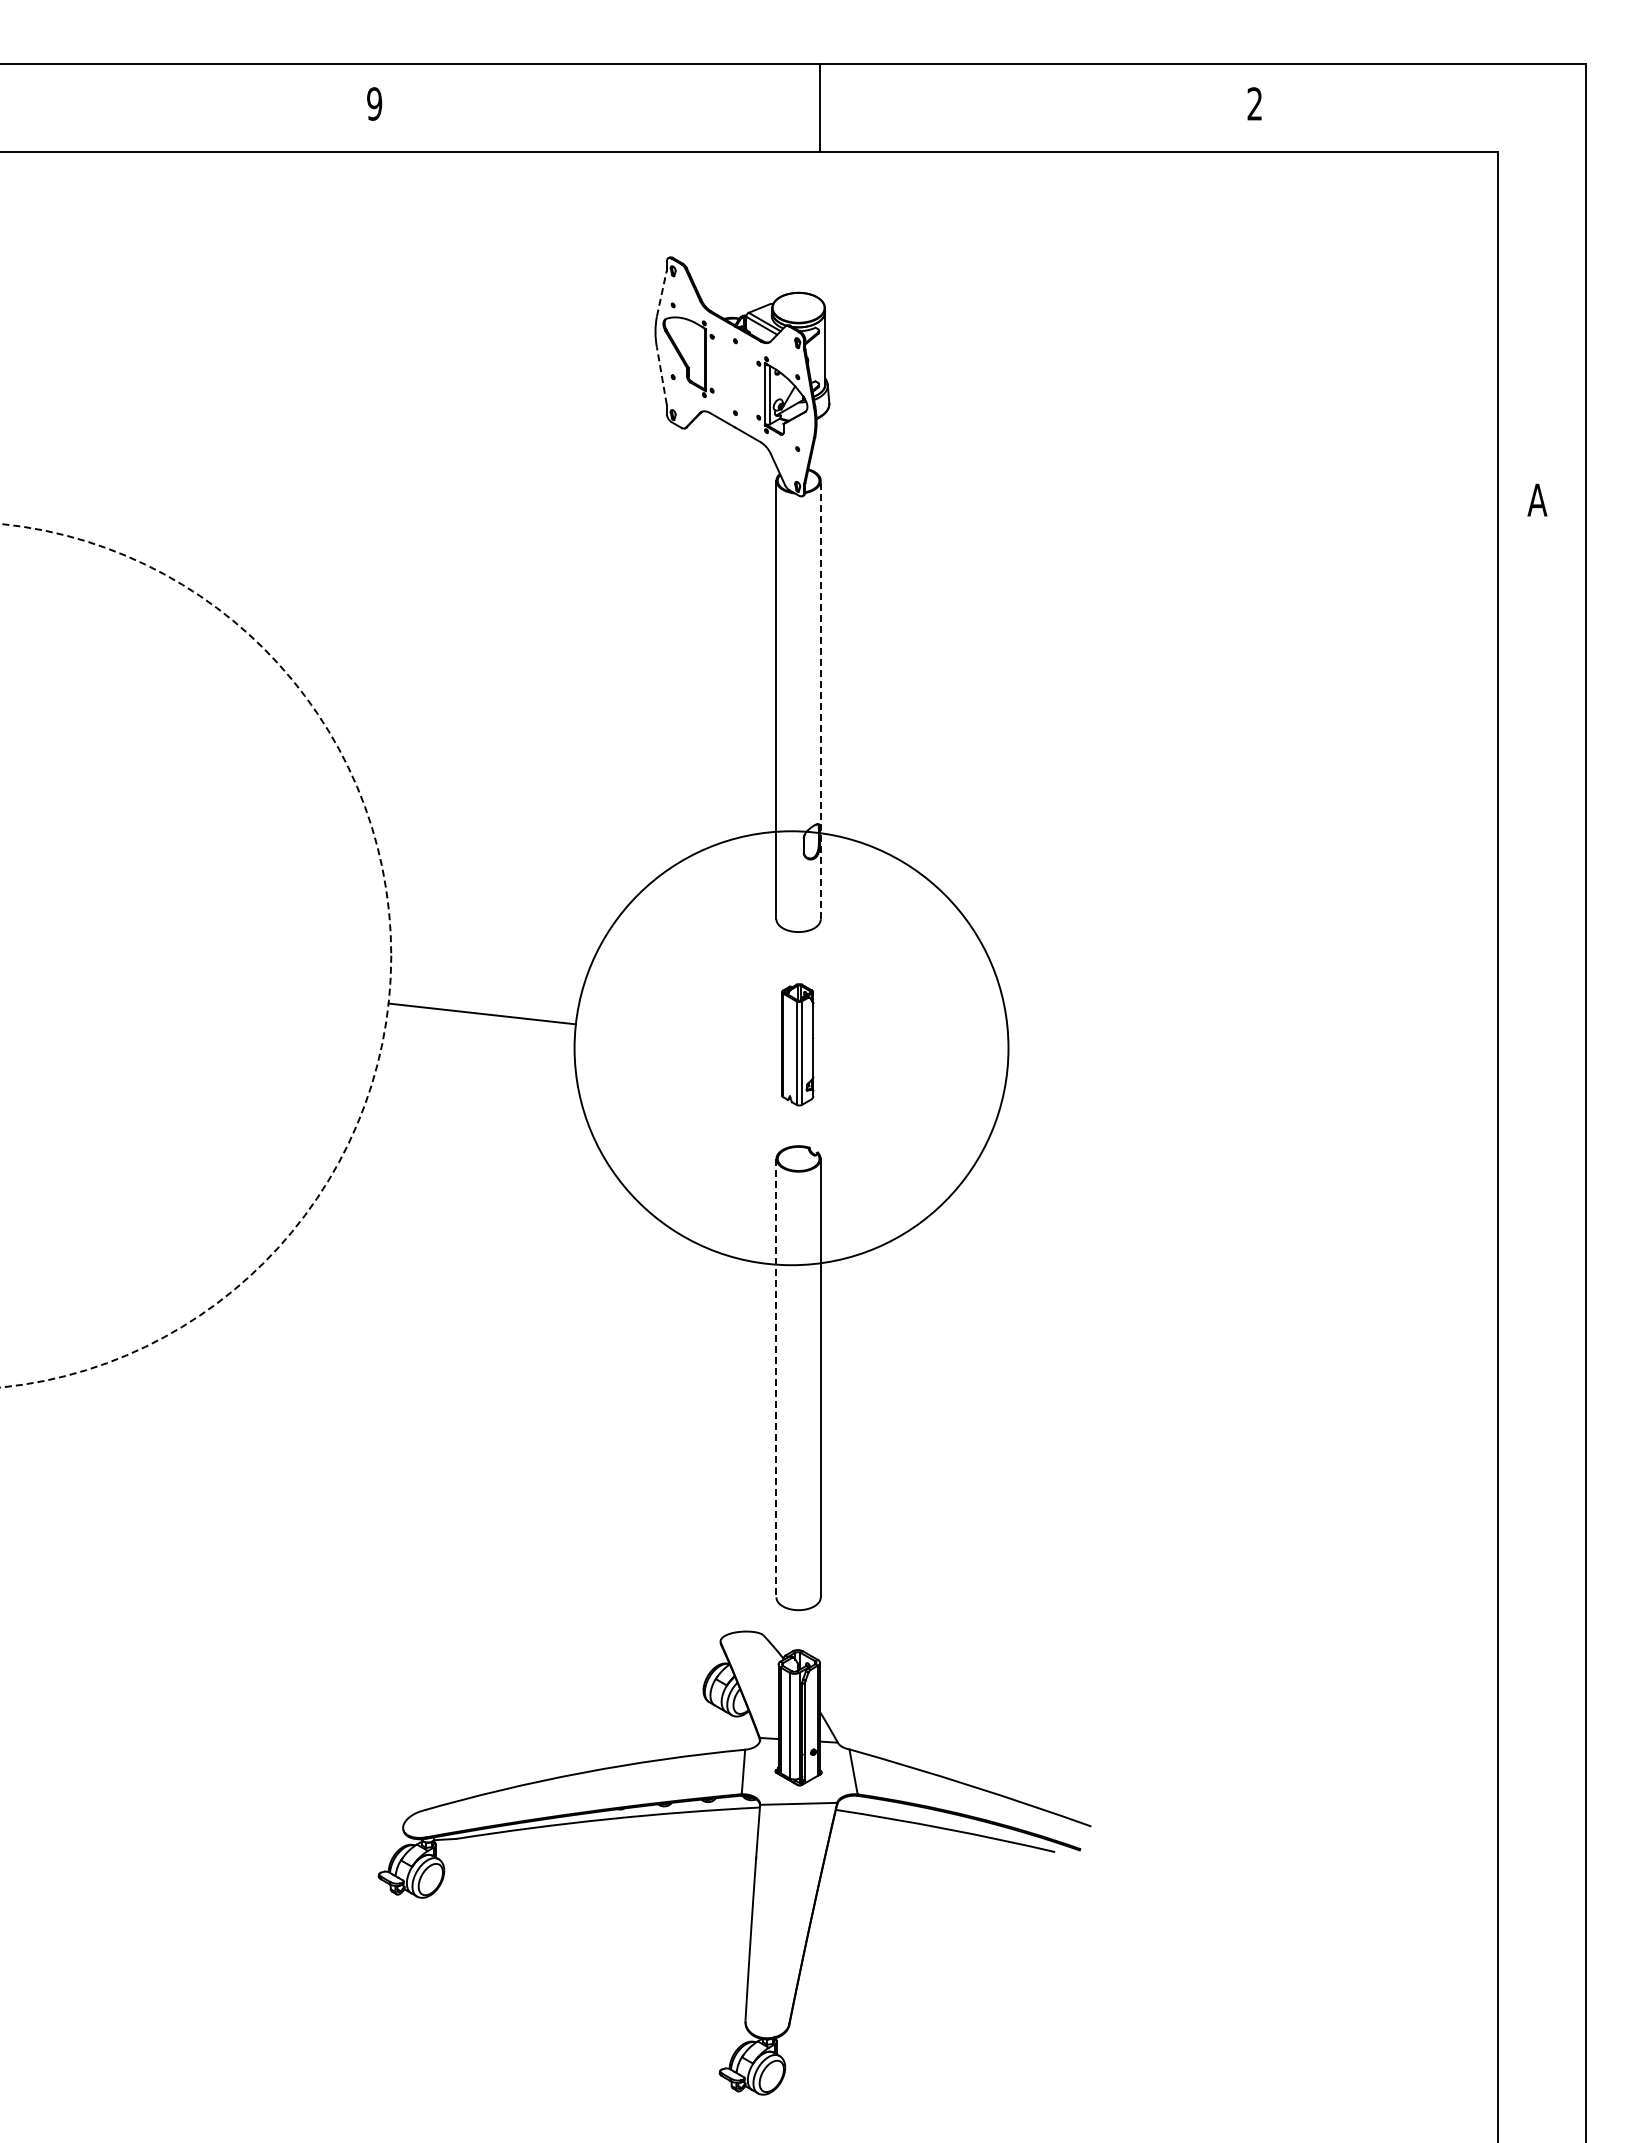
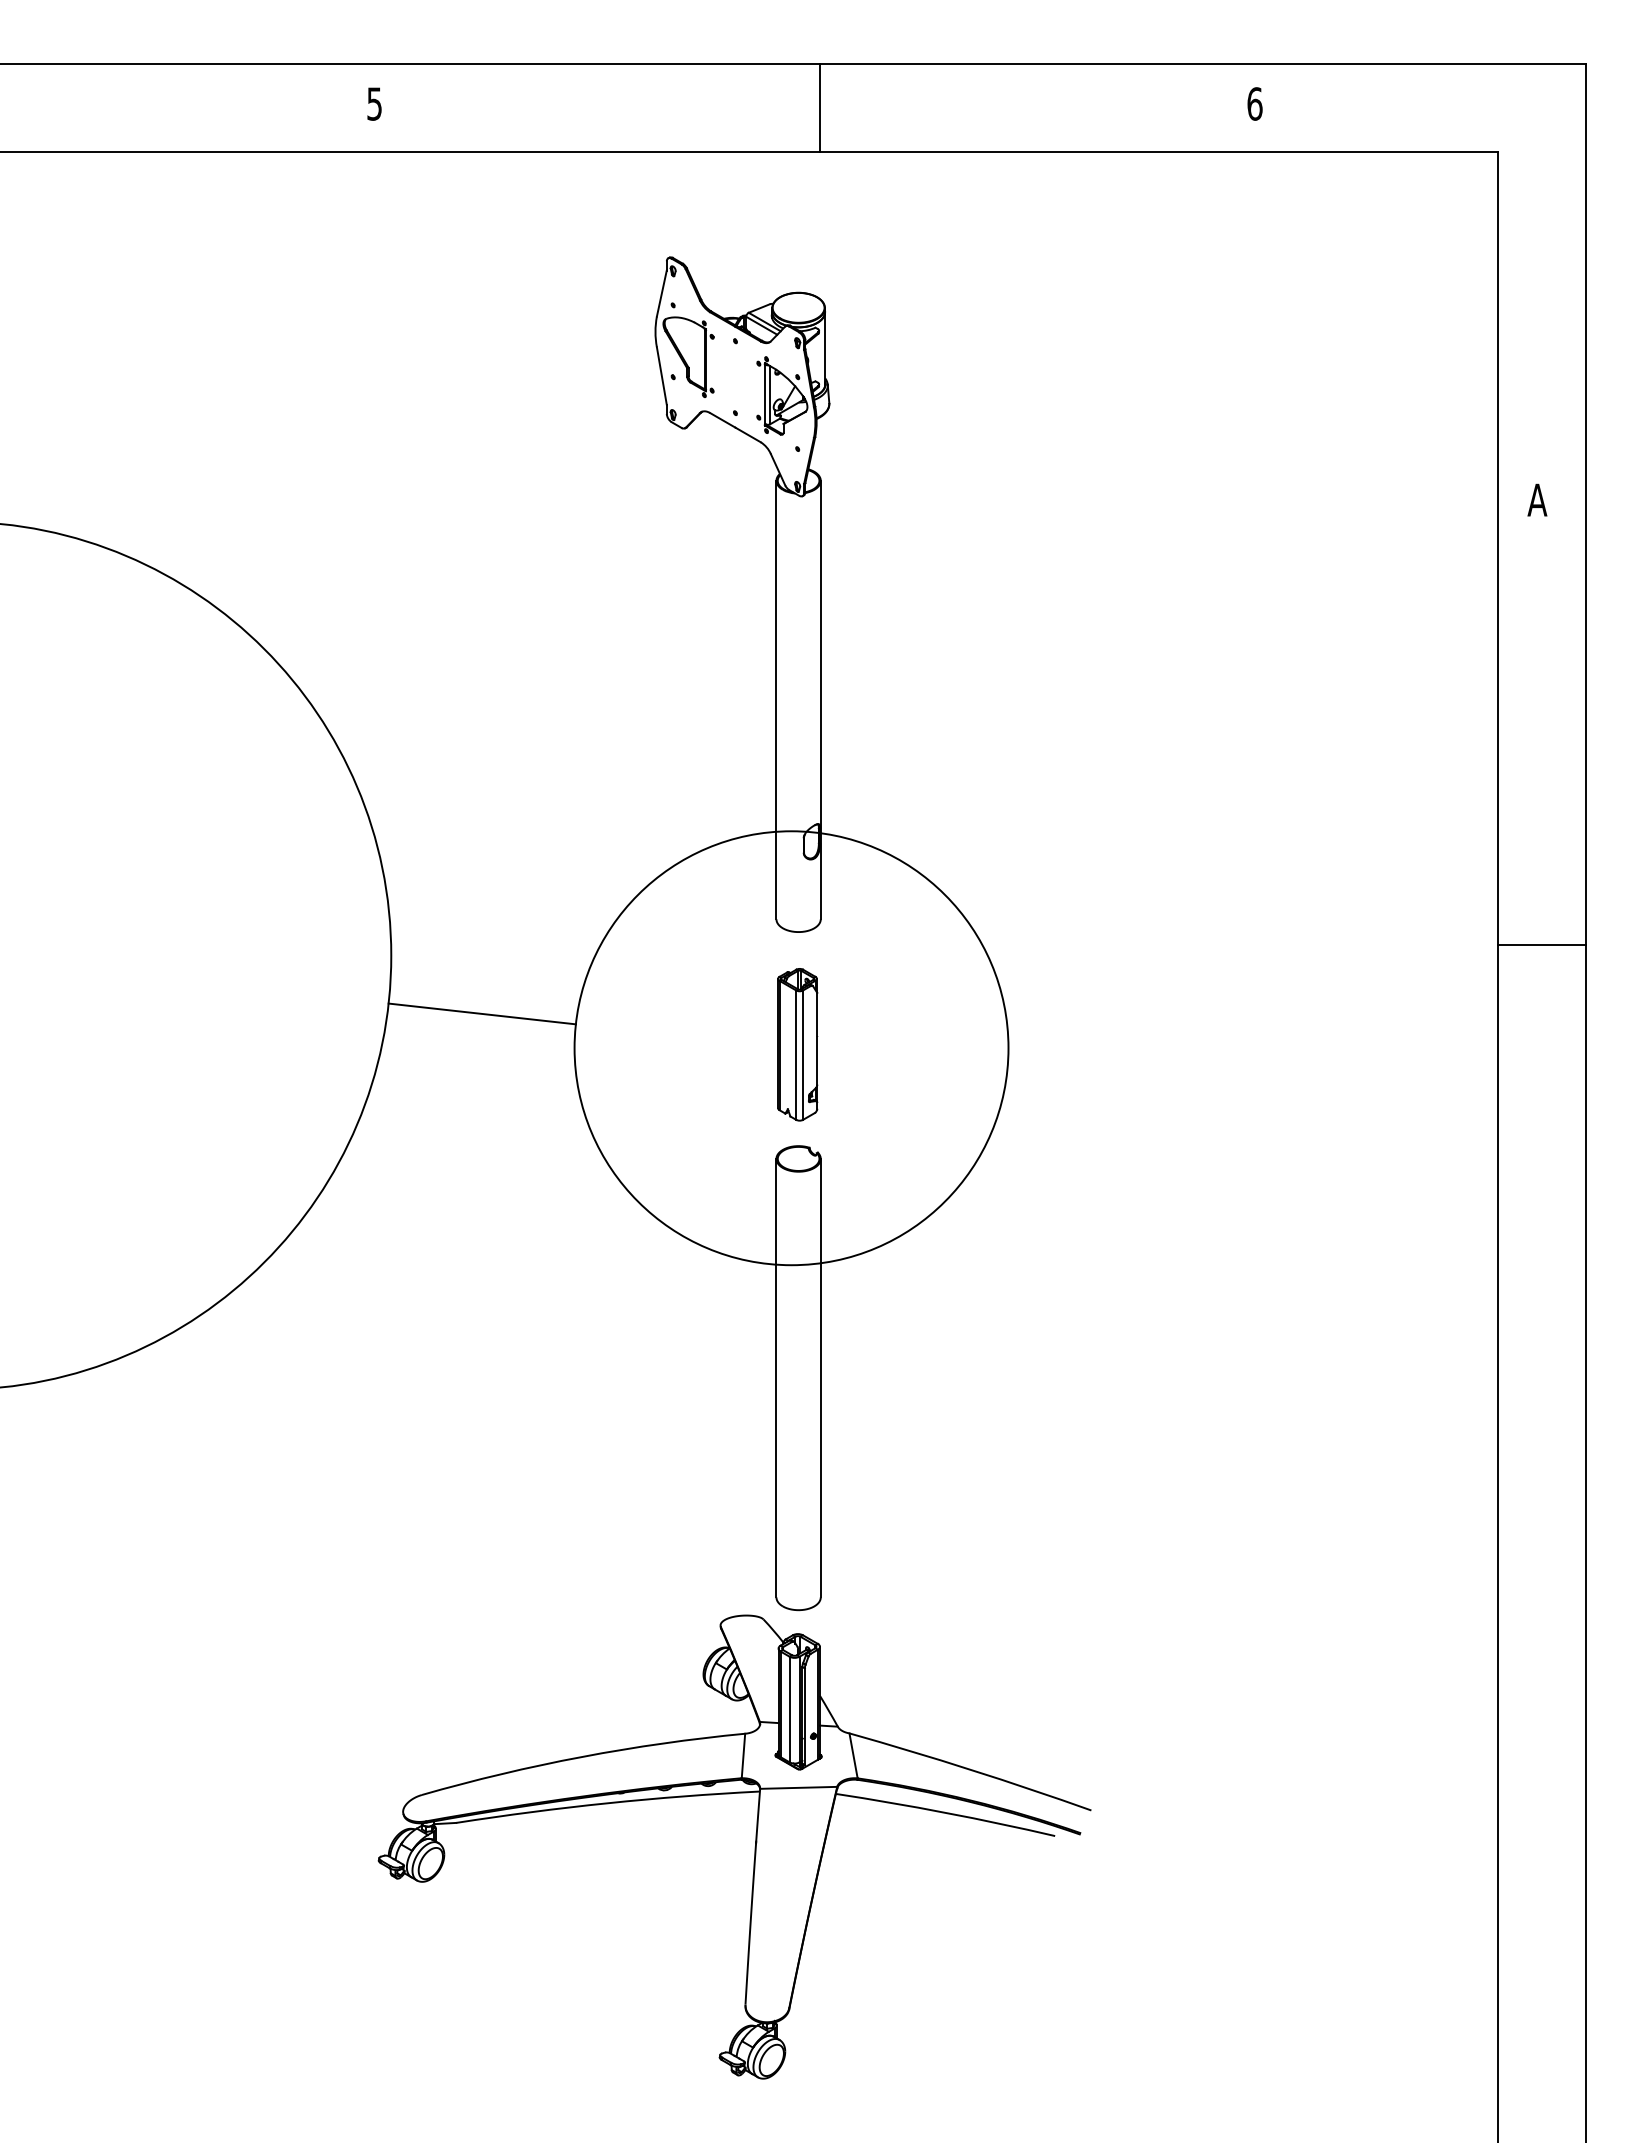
text at (374, 103): 9 -> 5
text at (1254, 103): 2 -> 6
line at (661, 293): dashed -> solid
line at (661, 375): dashed -> solid
line at (820, 699): dashed -> solid
line at (1541, 944): none -> present
circle at (195, 955): dashed -> solid
part at (797, 1044) size: 34x124 px -> 42x154 px
line at (776, 1378): dashed -> solid
part at (754, 1863) position: (754, 1863) -> (754, 1847)
